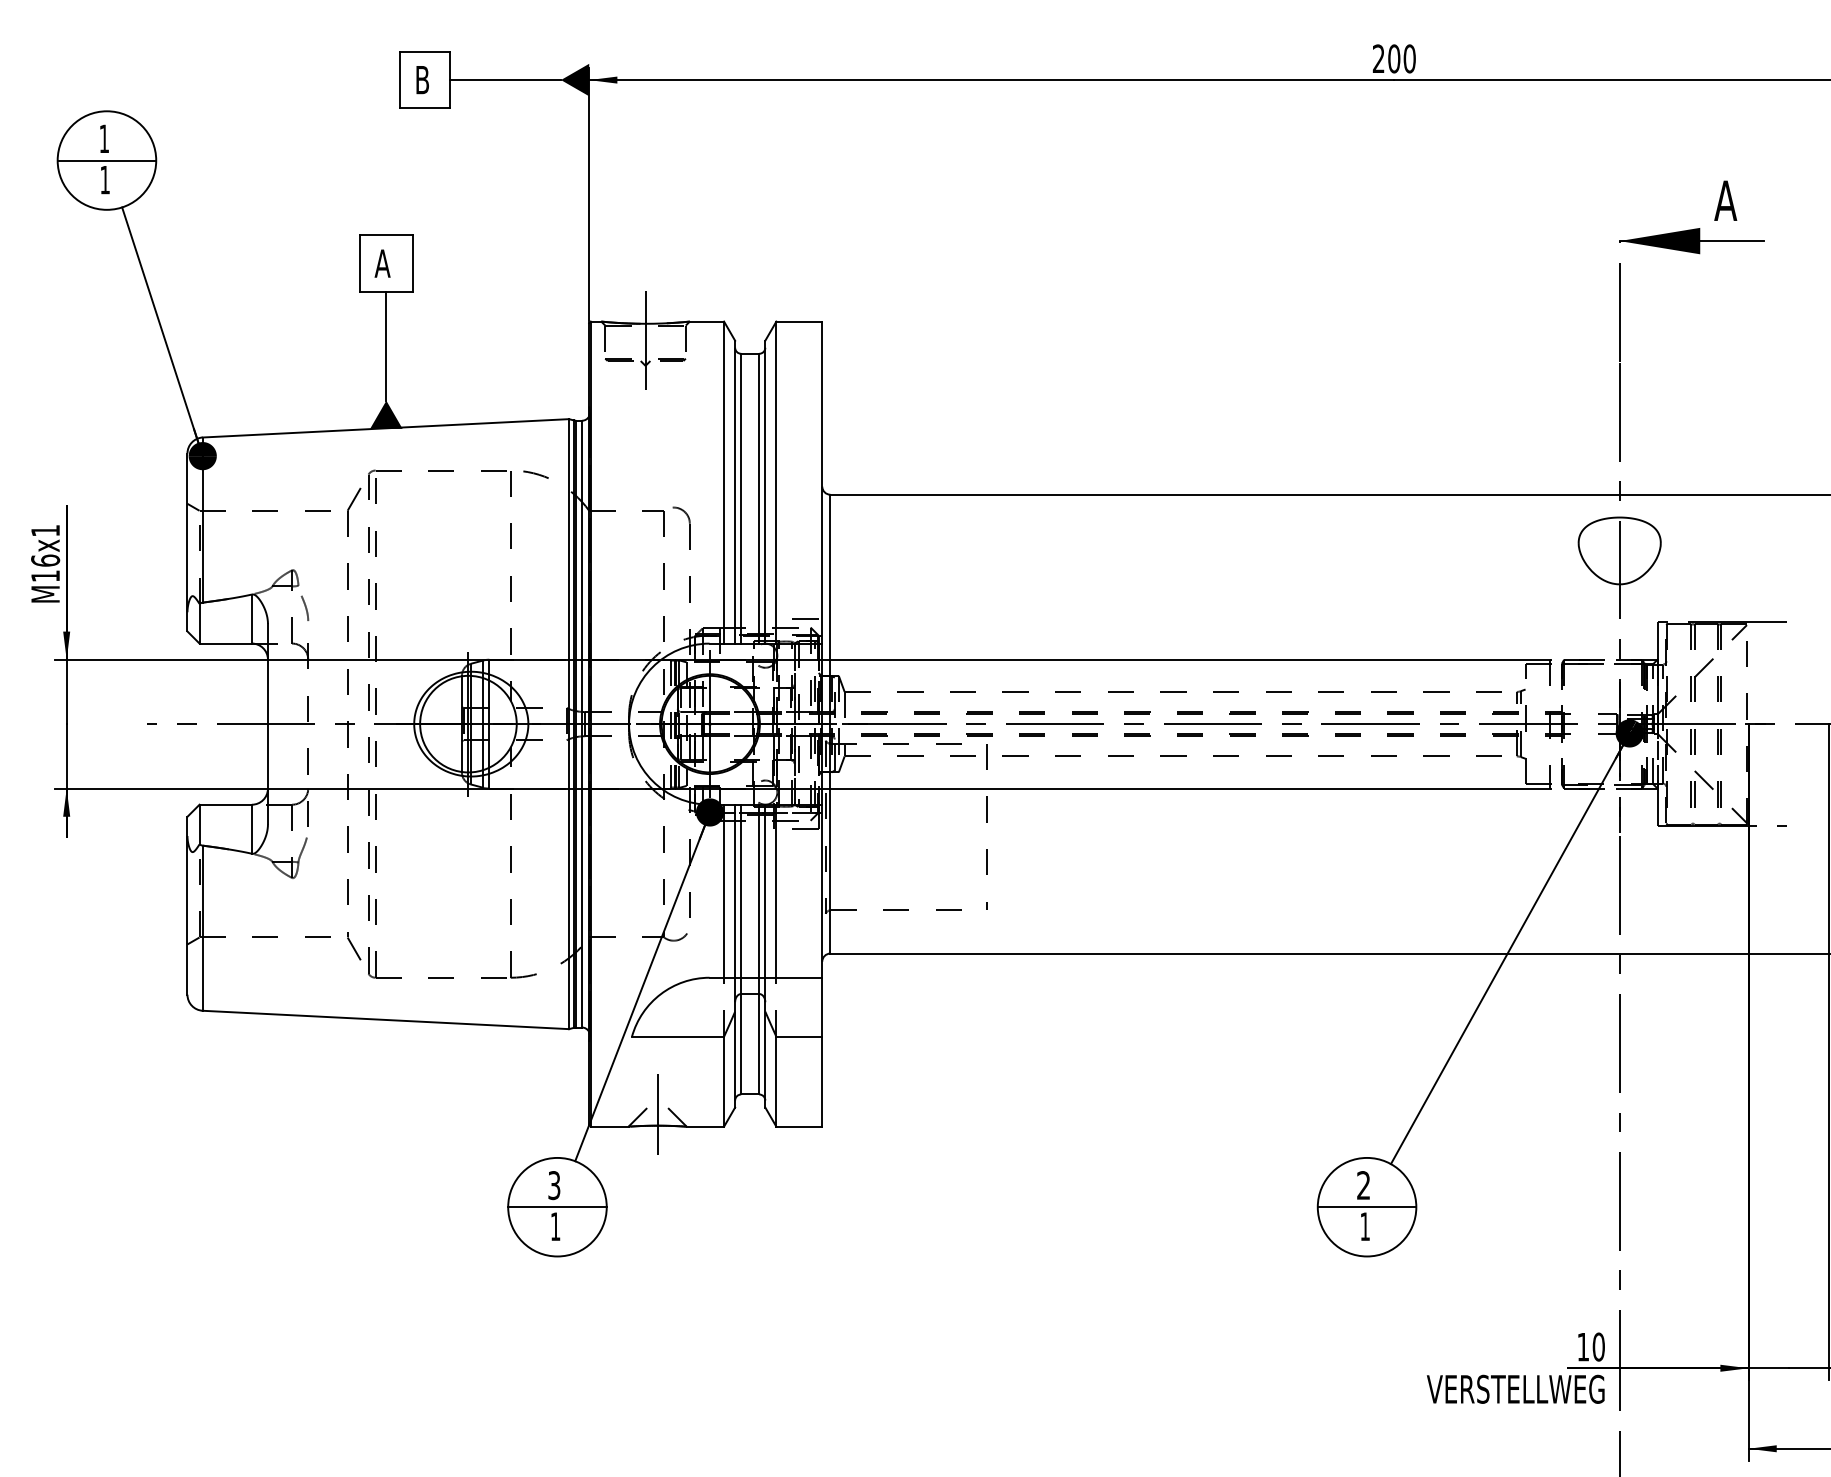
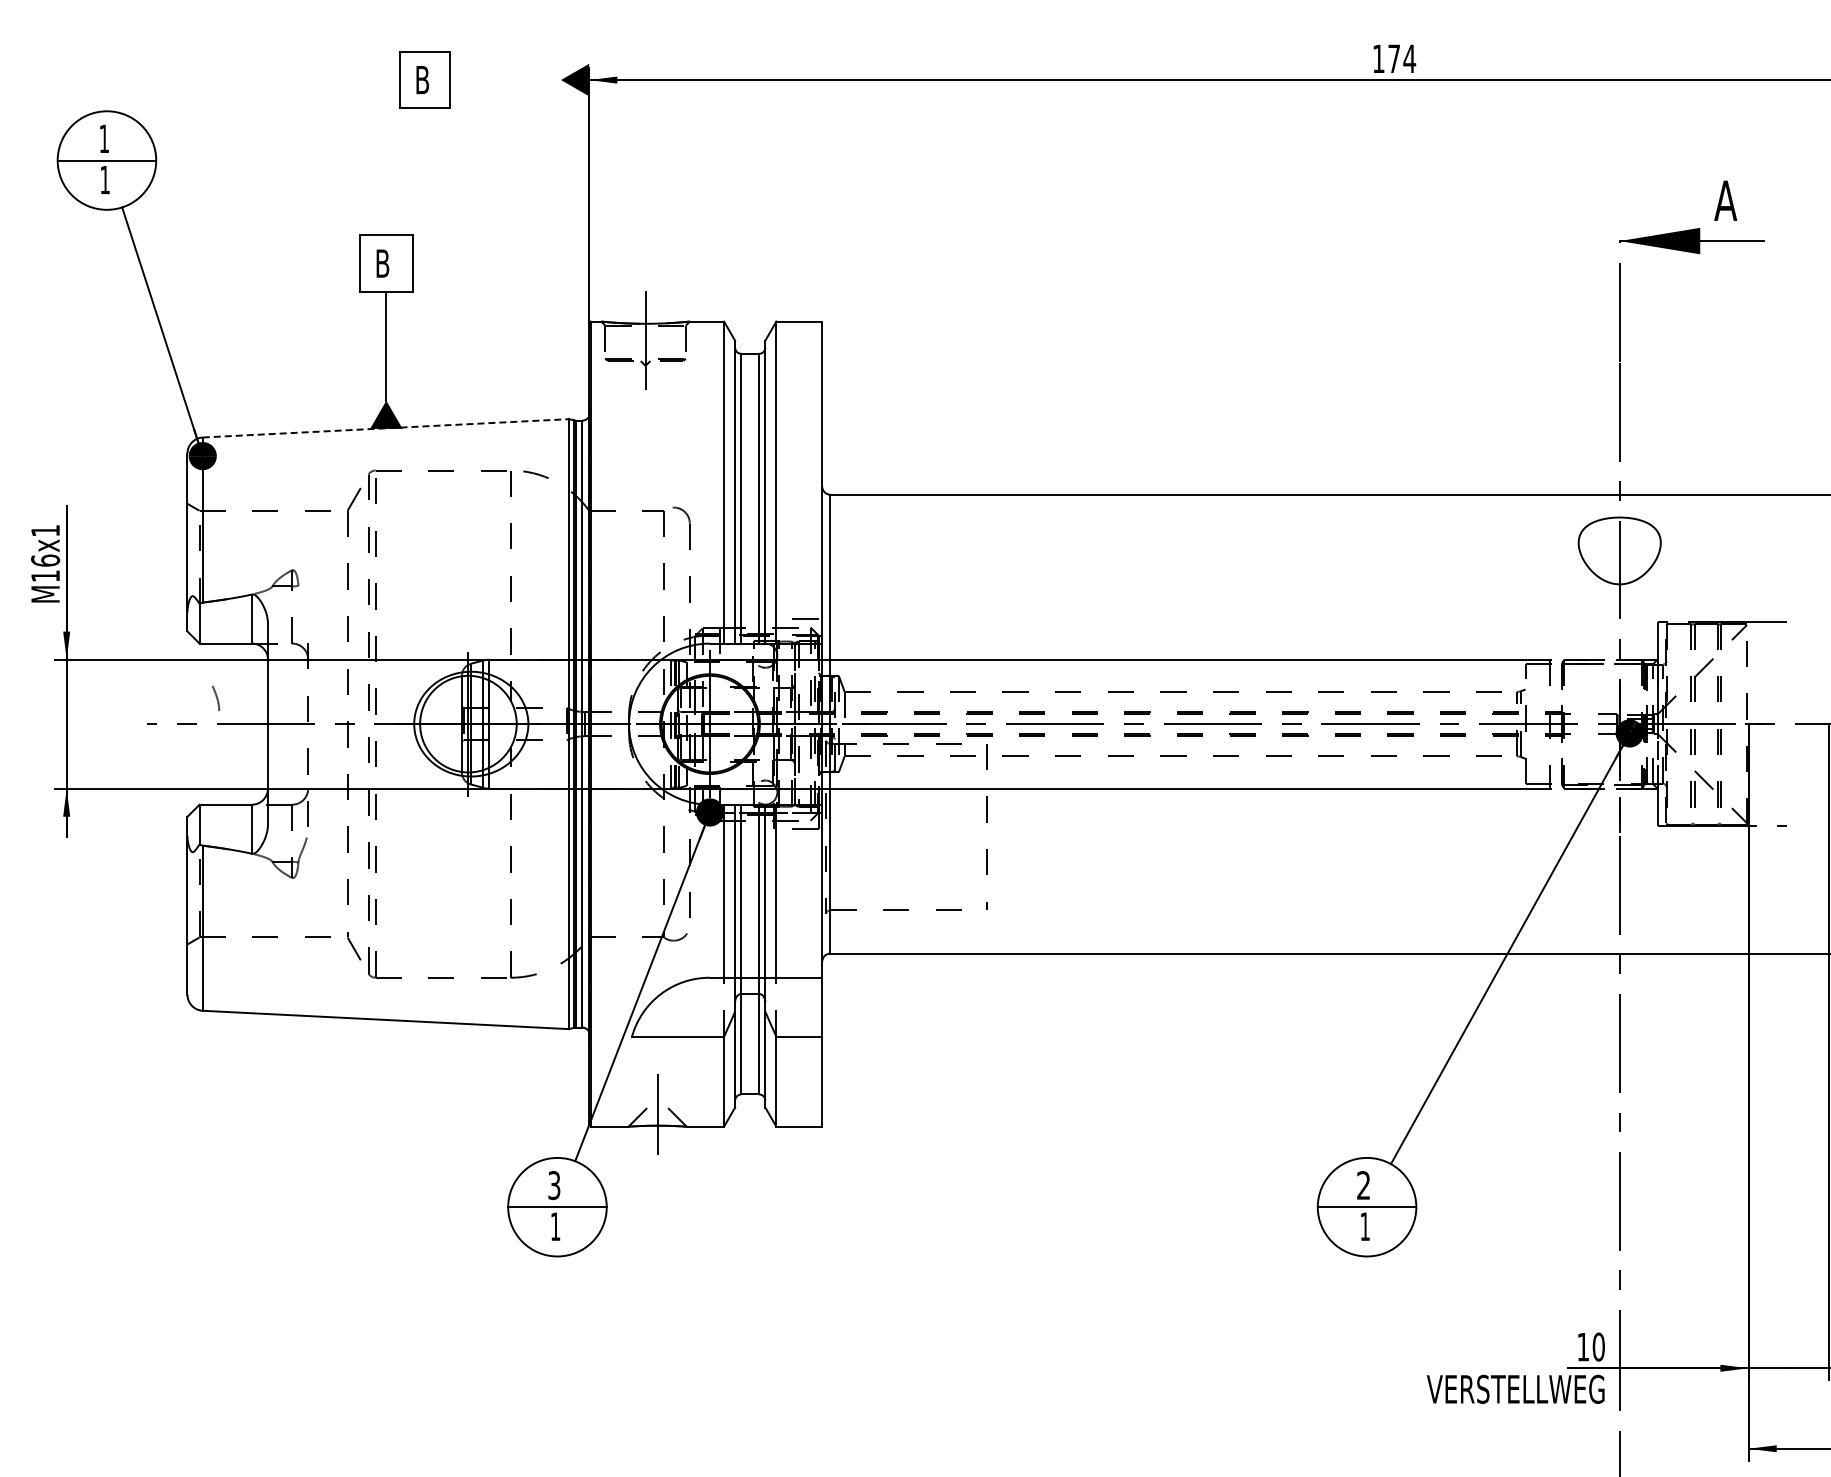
text at (1394, 58): 200 -> 174
line at (505, 80): present -> none
text at (382, 263): A -> B
line at (386, 428): solid -> dashed
curve at (304, 606) position: (304, 606) -> (215, 696)
